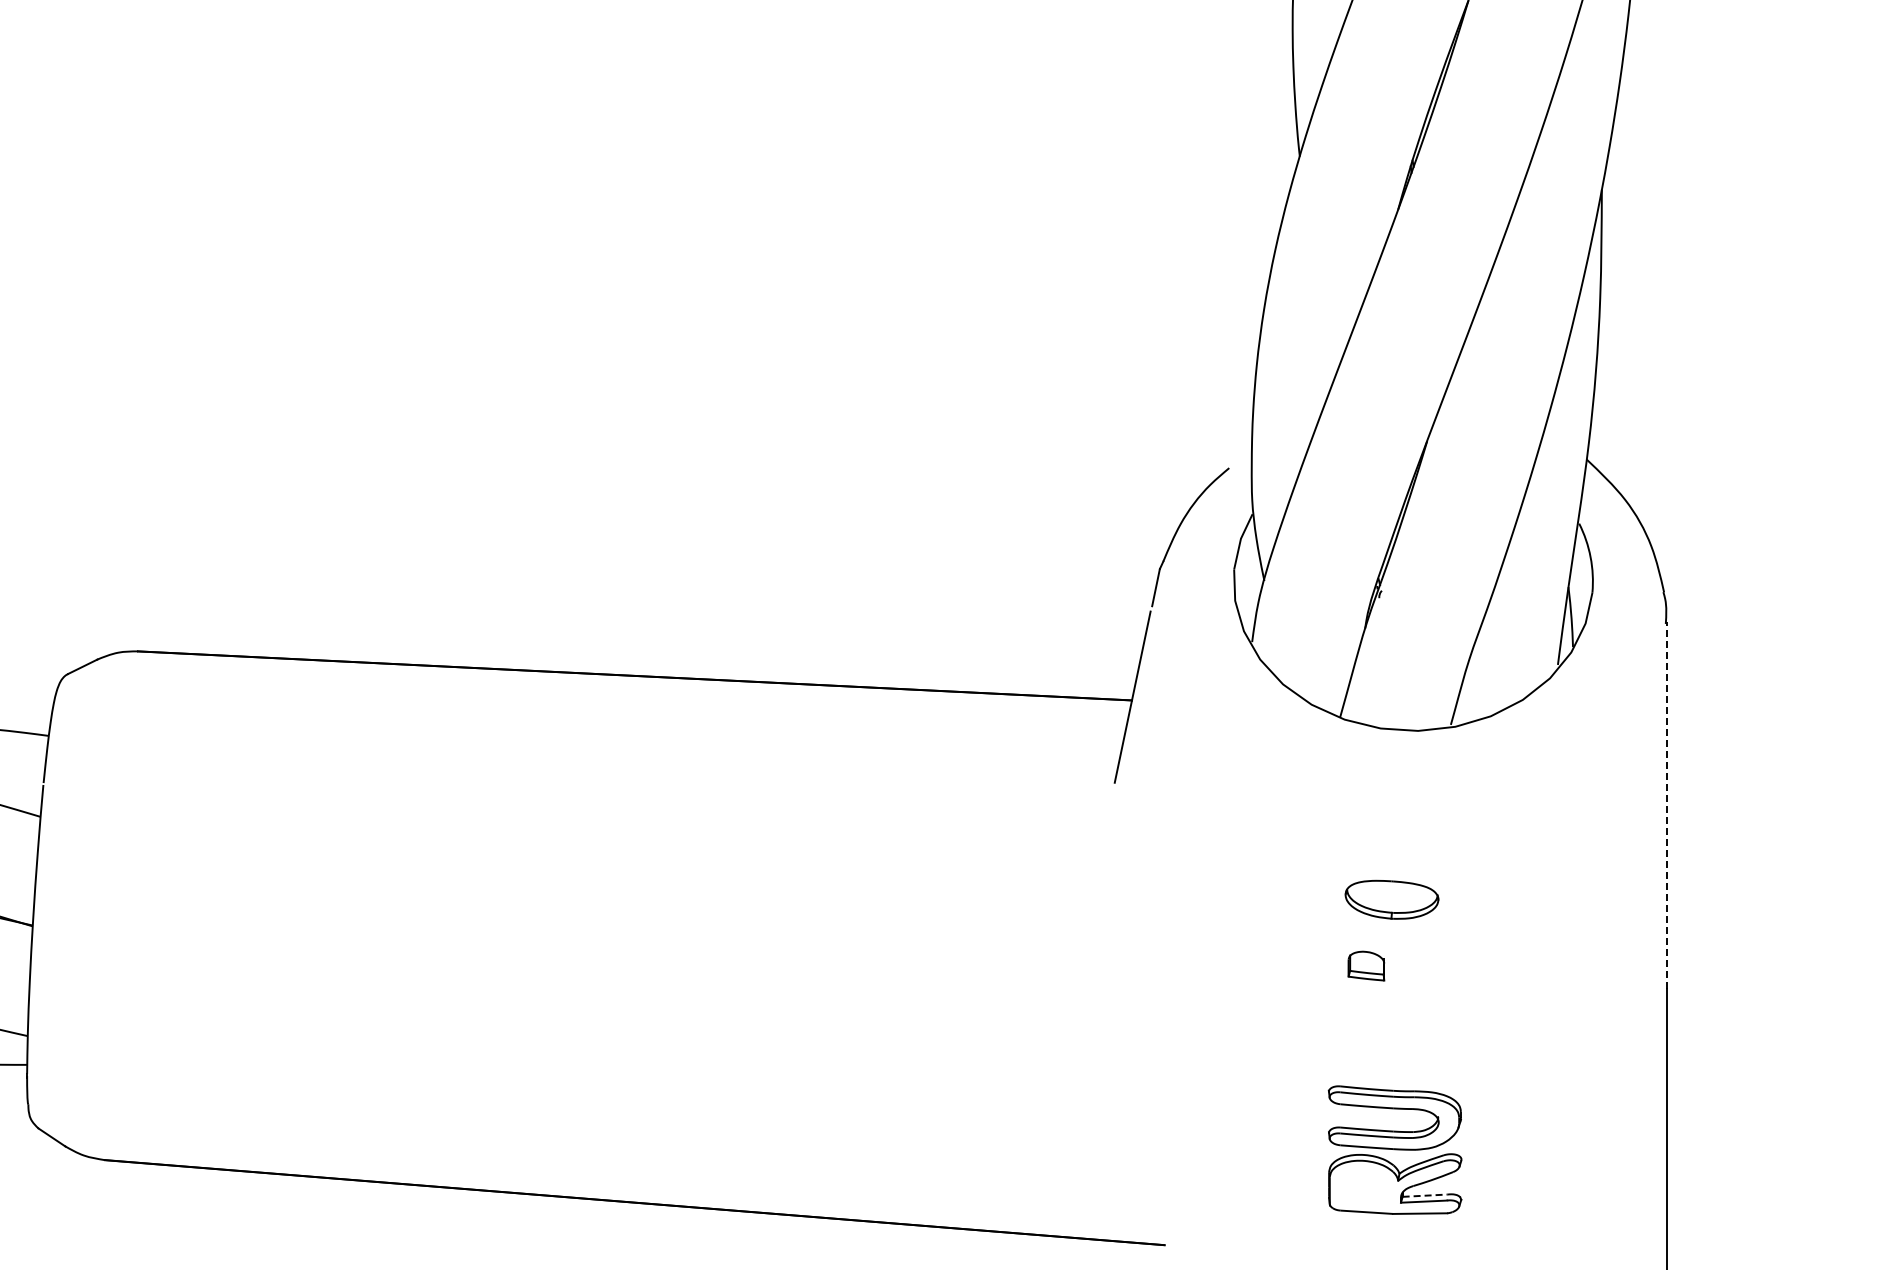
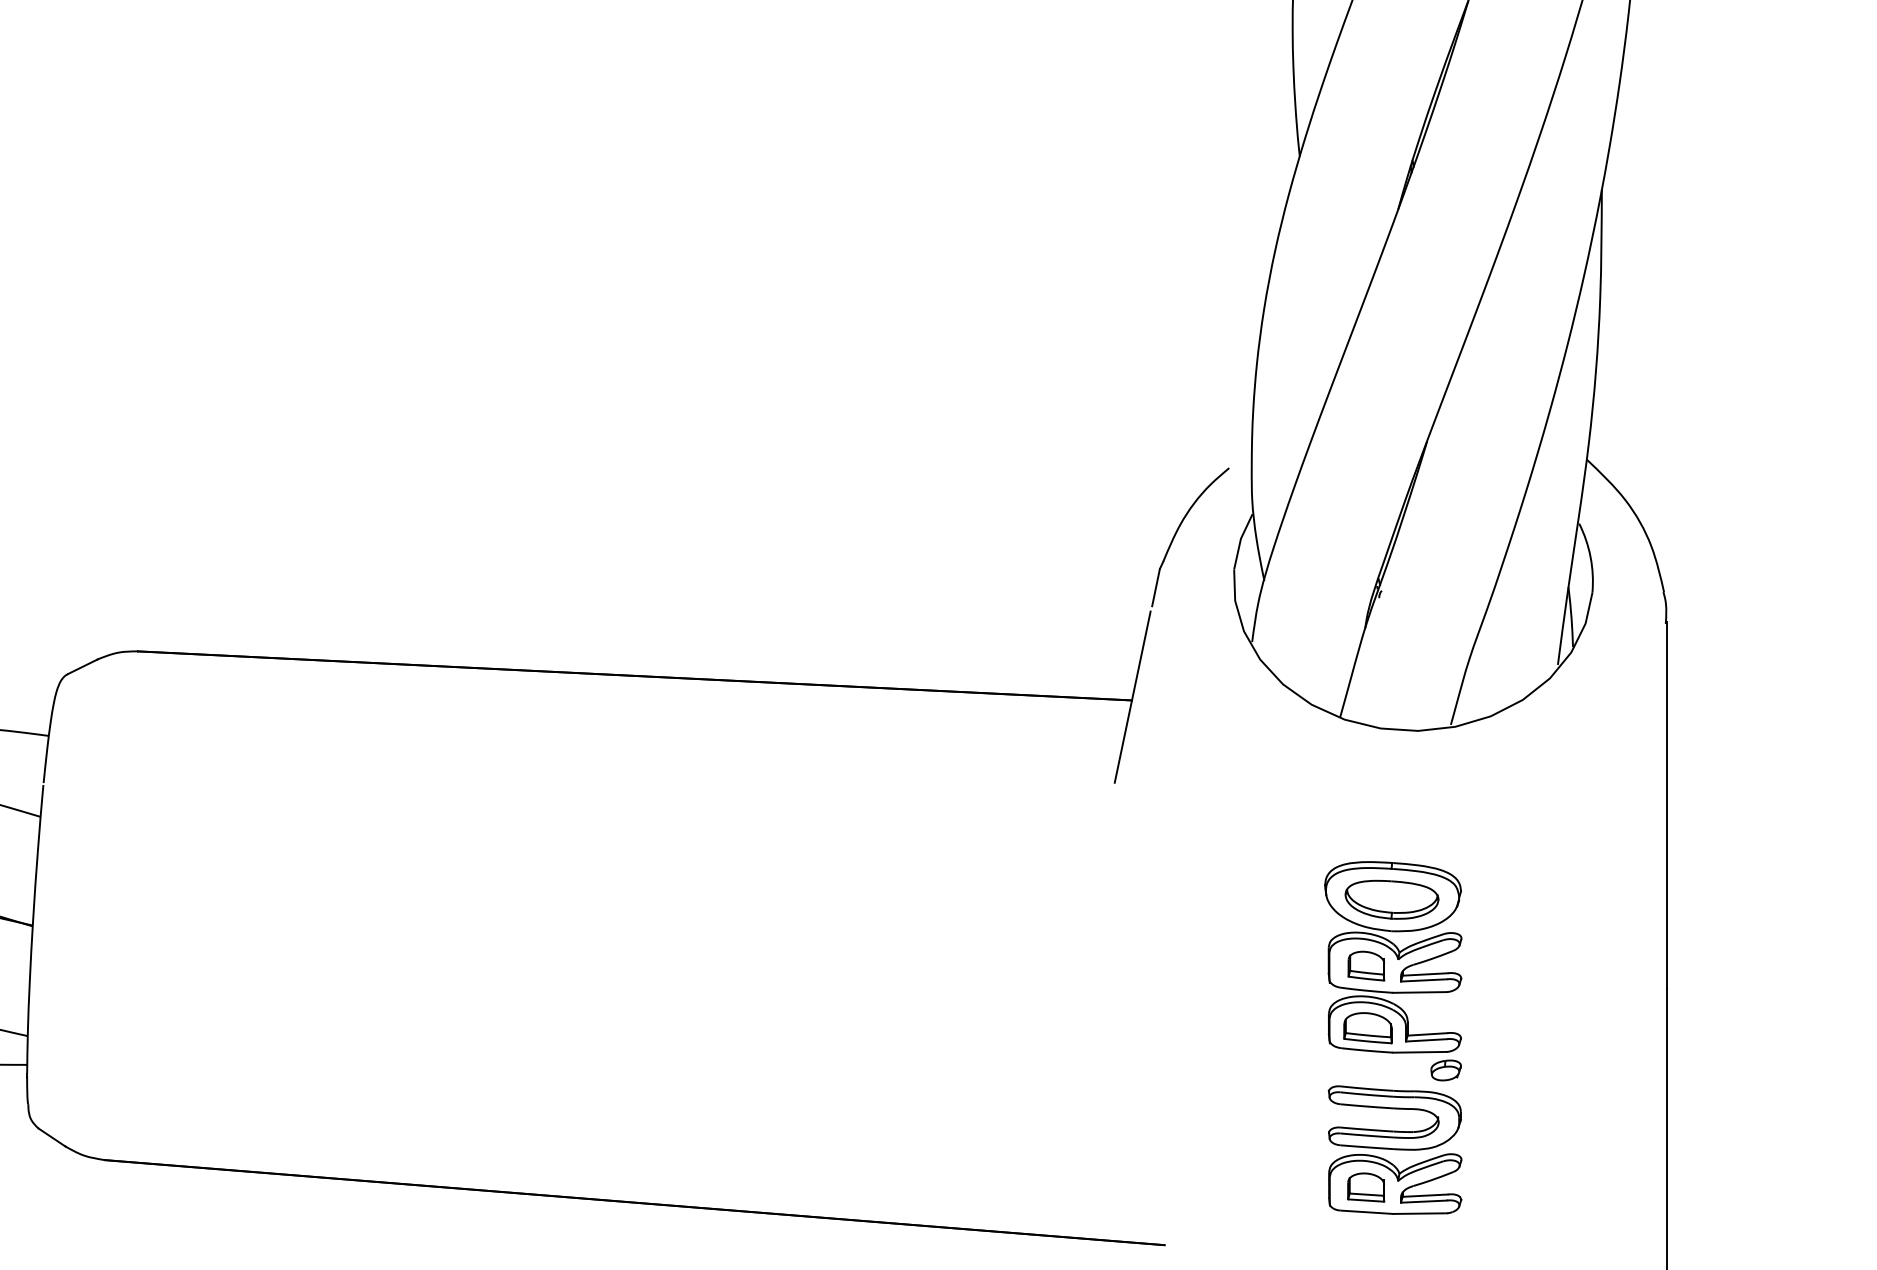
line at (1666, 805): dashed -> solid
part at (1393, 971): none -> present
part at (1366, 1187): none -> present
line at (1425, 1195): dashed -> solid
